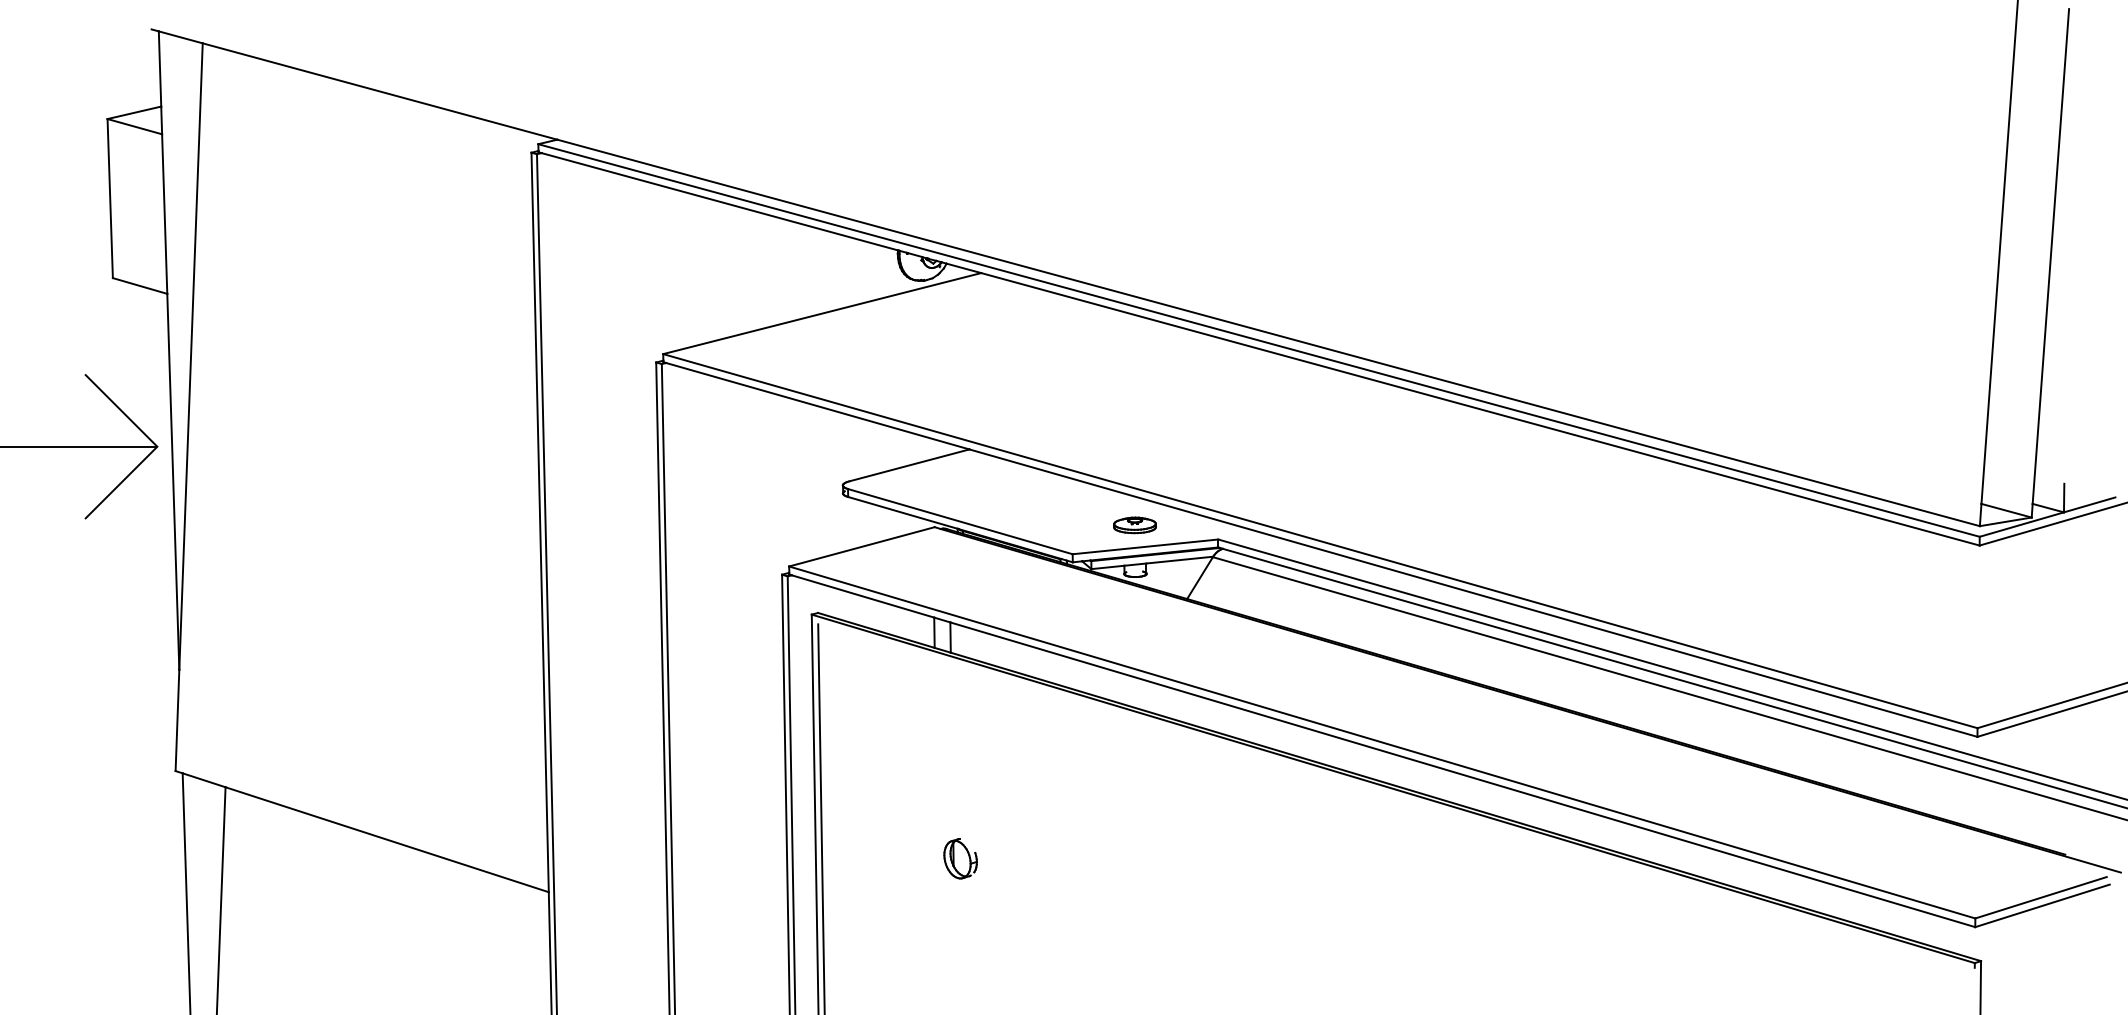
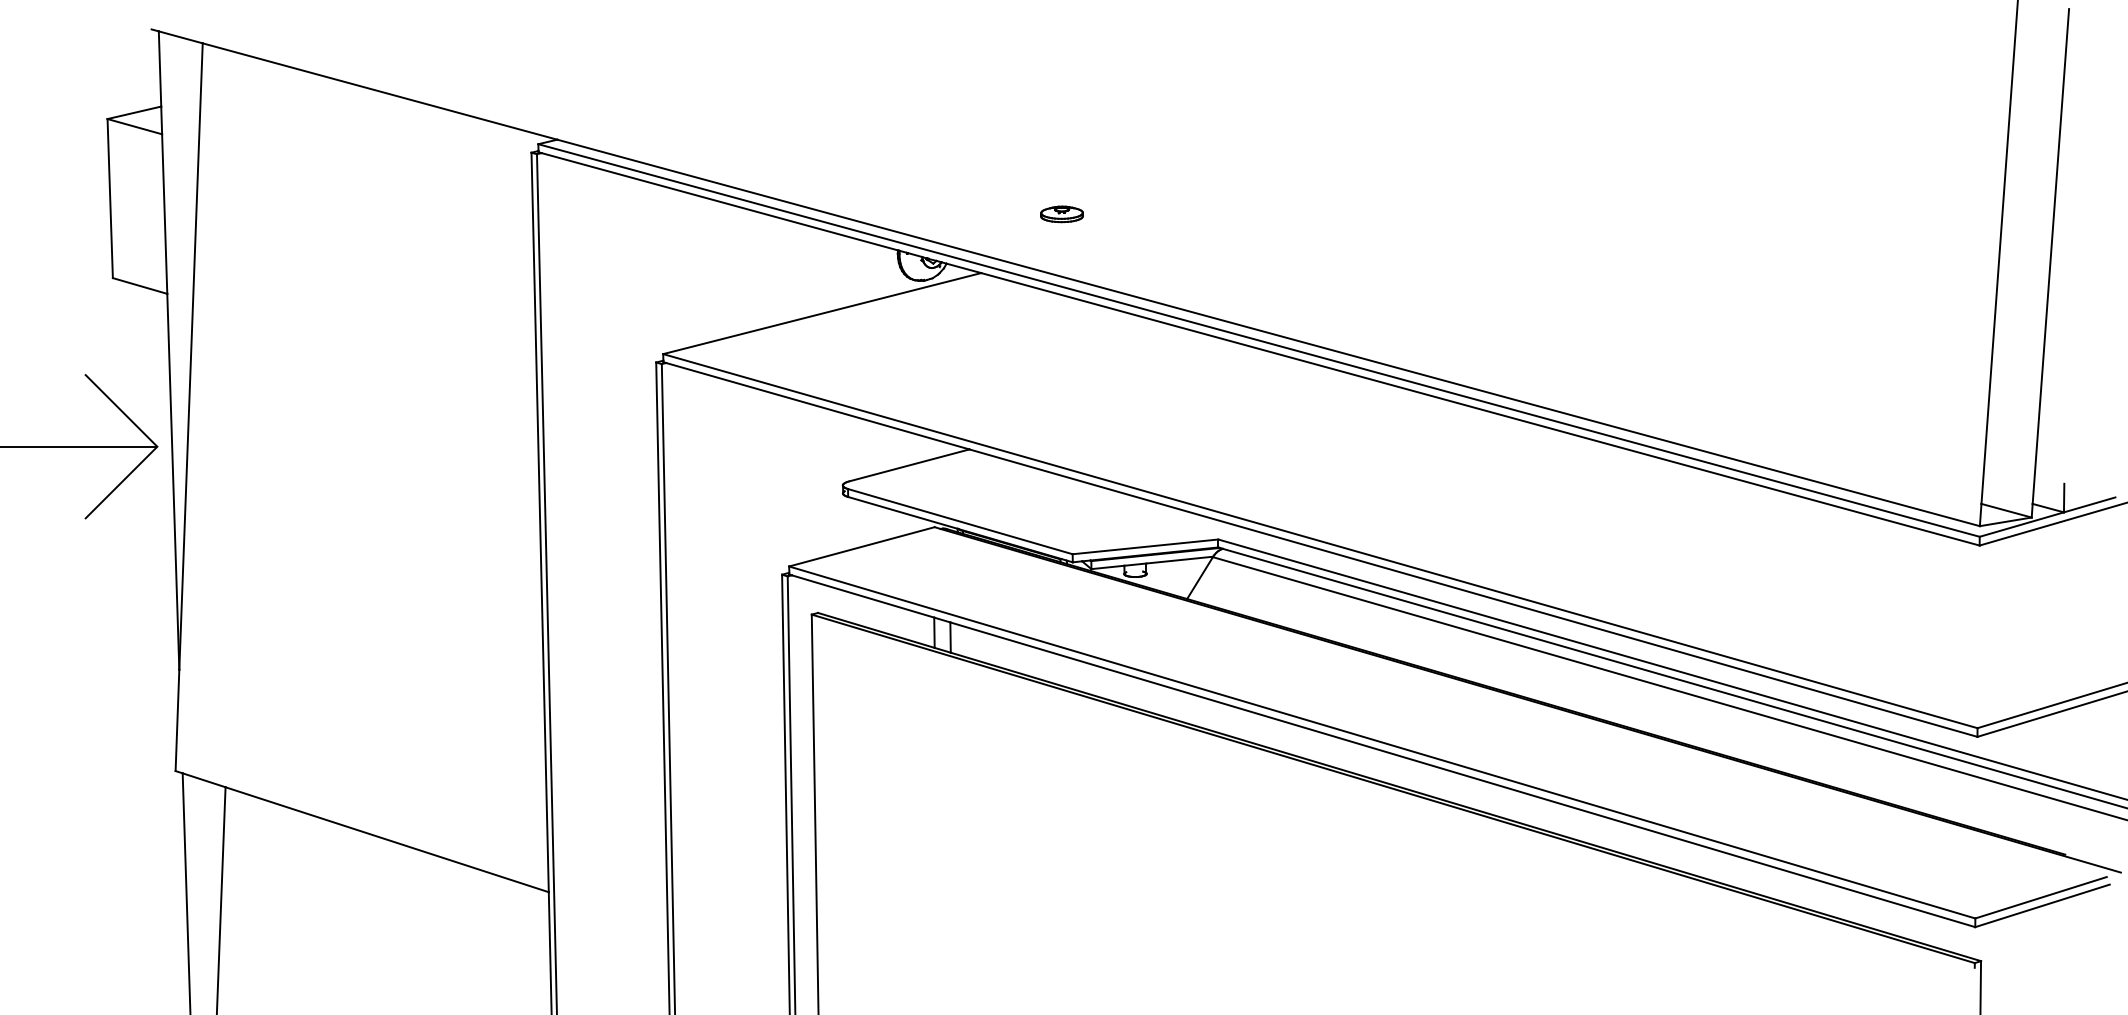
part at (1134, 525) position: (1134, 525) -> (1061, 214)
line at (821, 817): present -> none
part at (960, 858): present -> none
